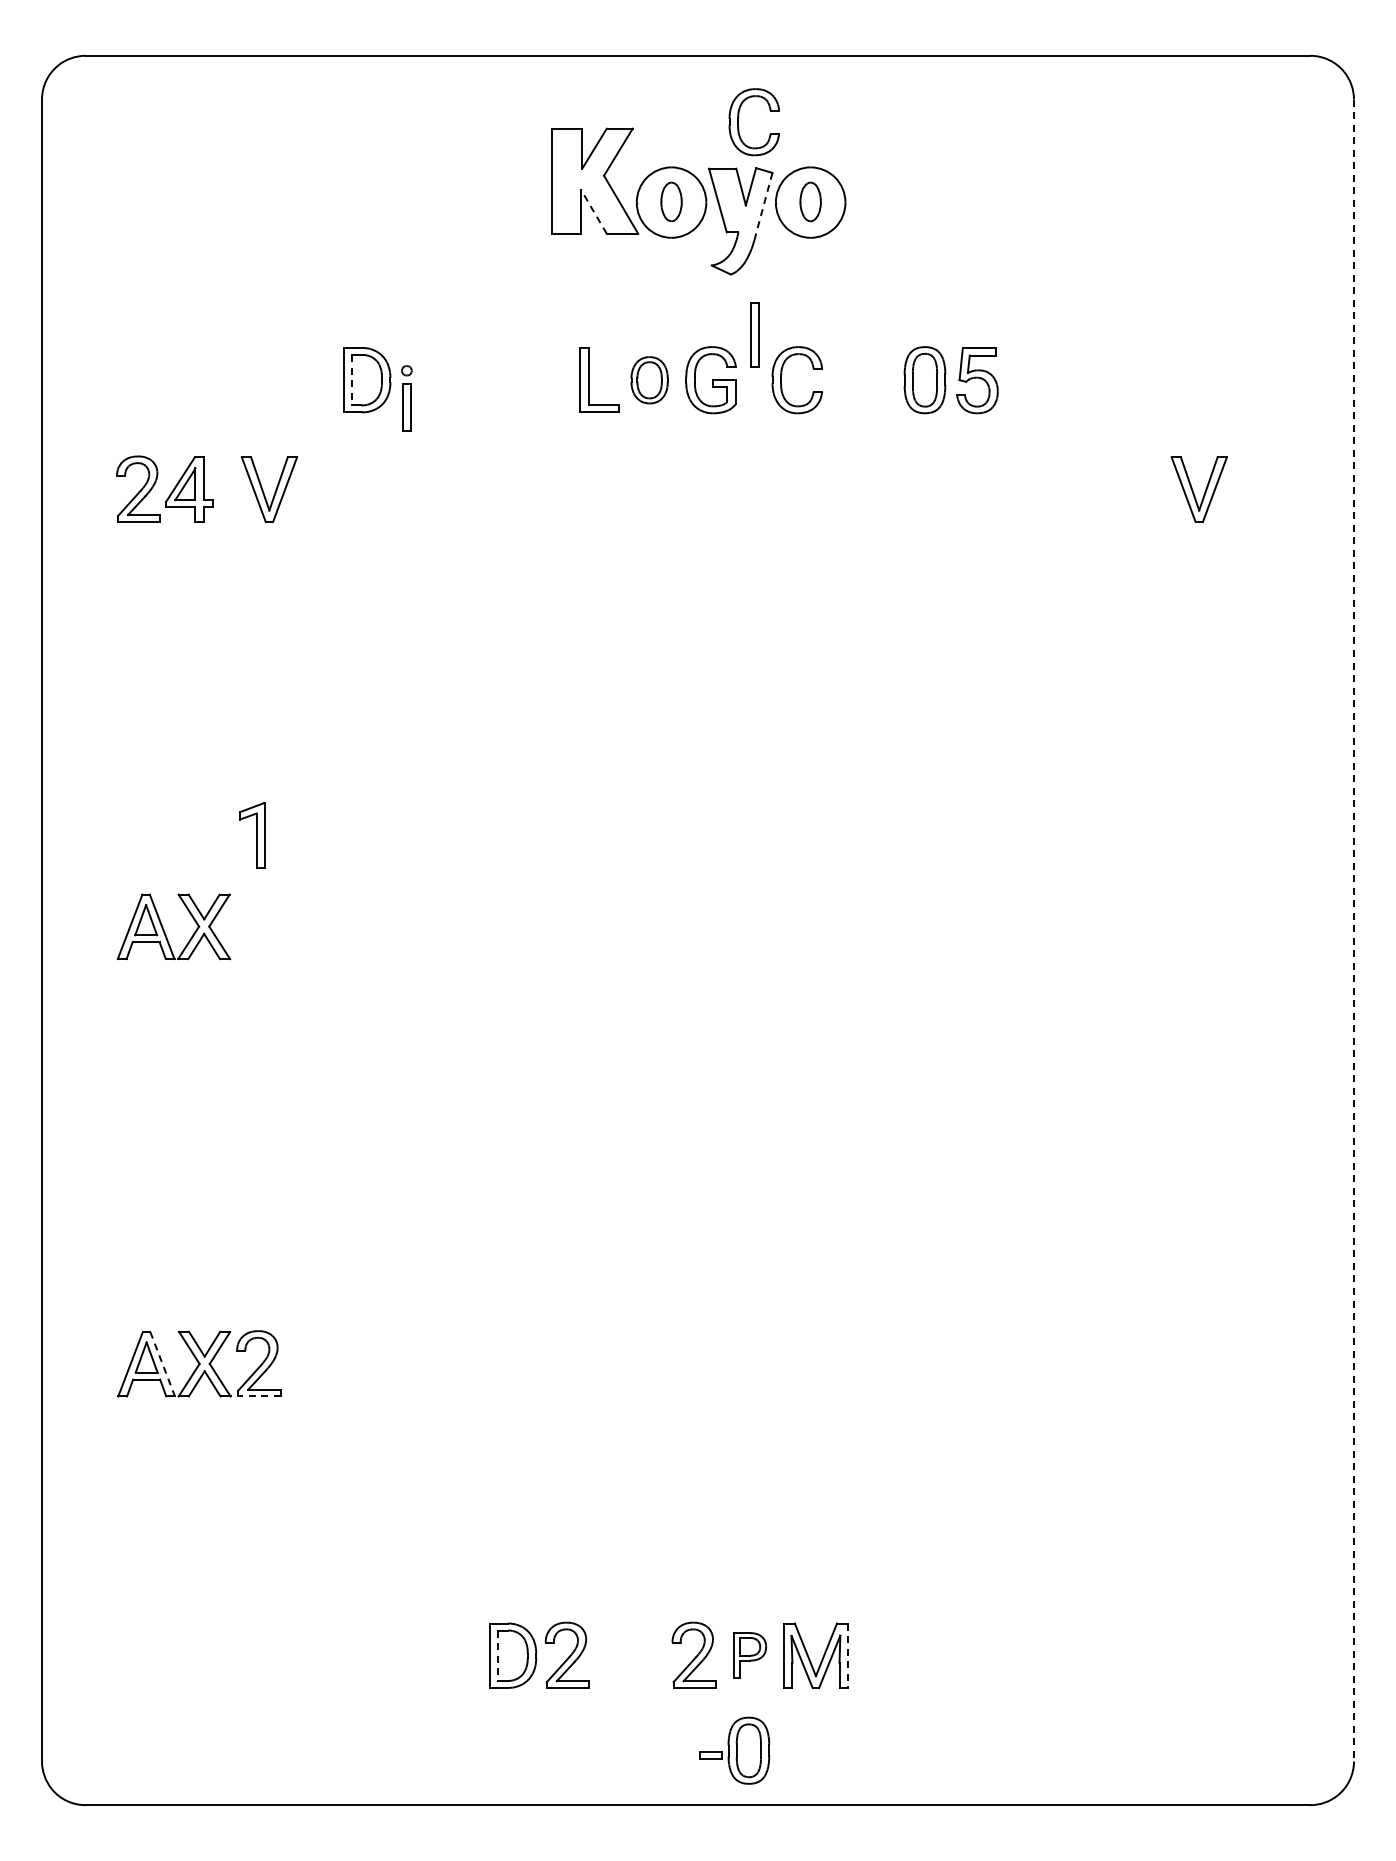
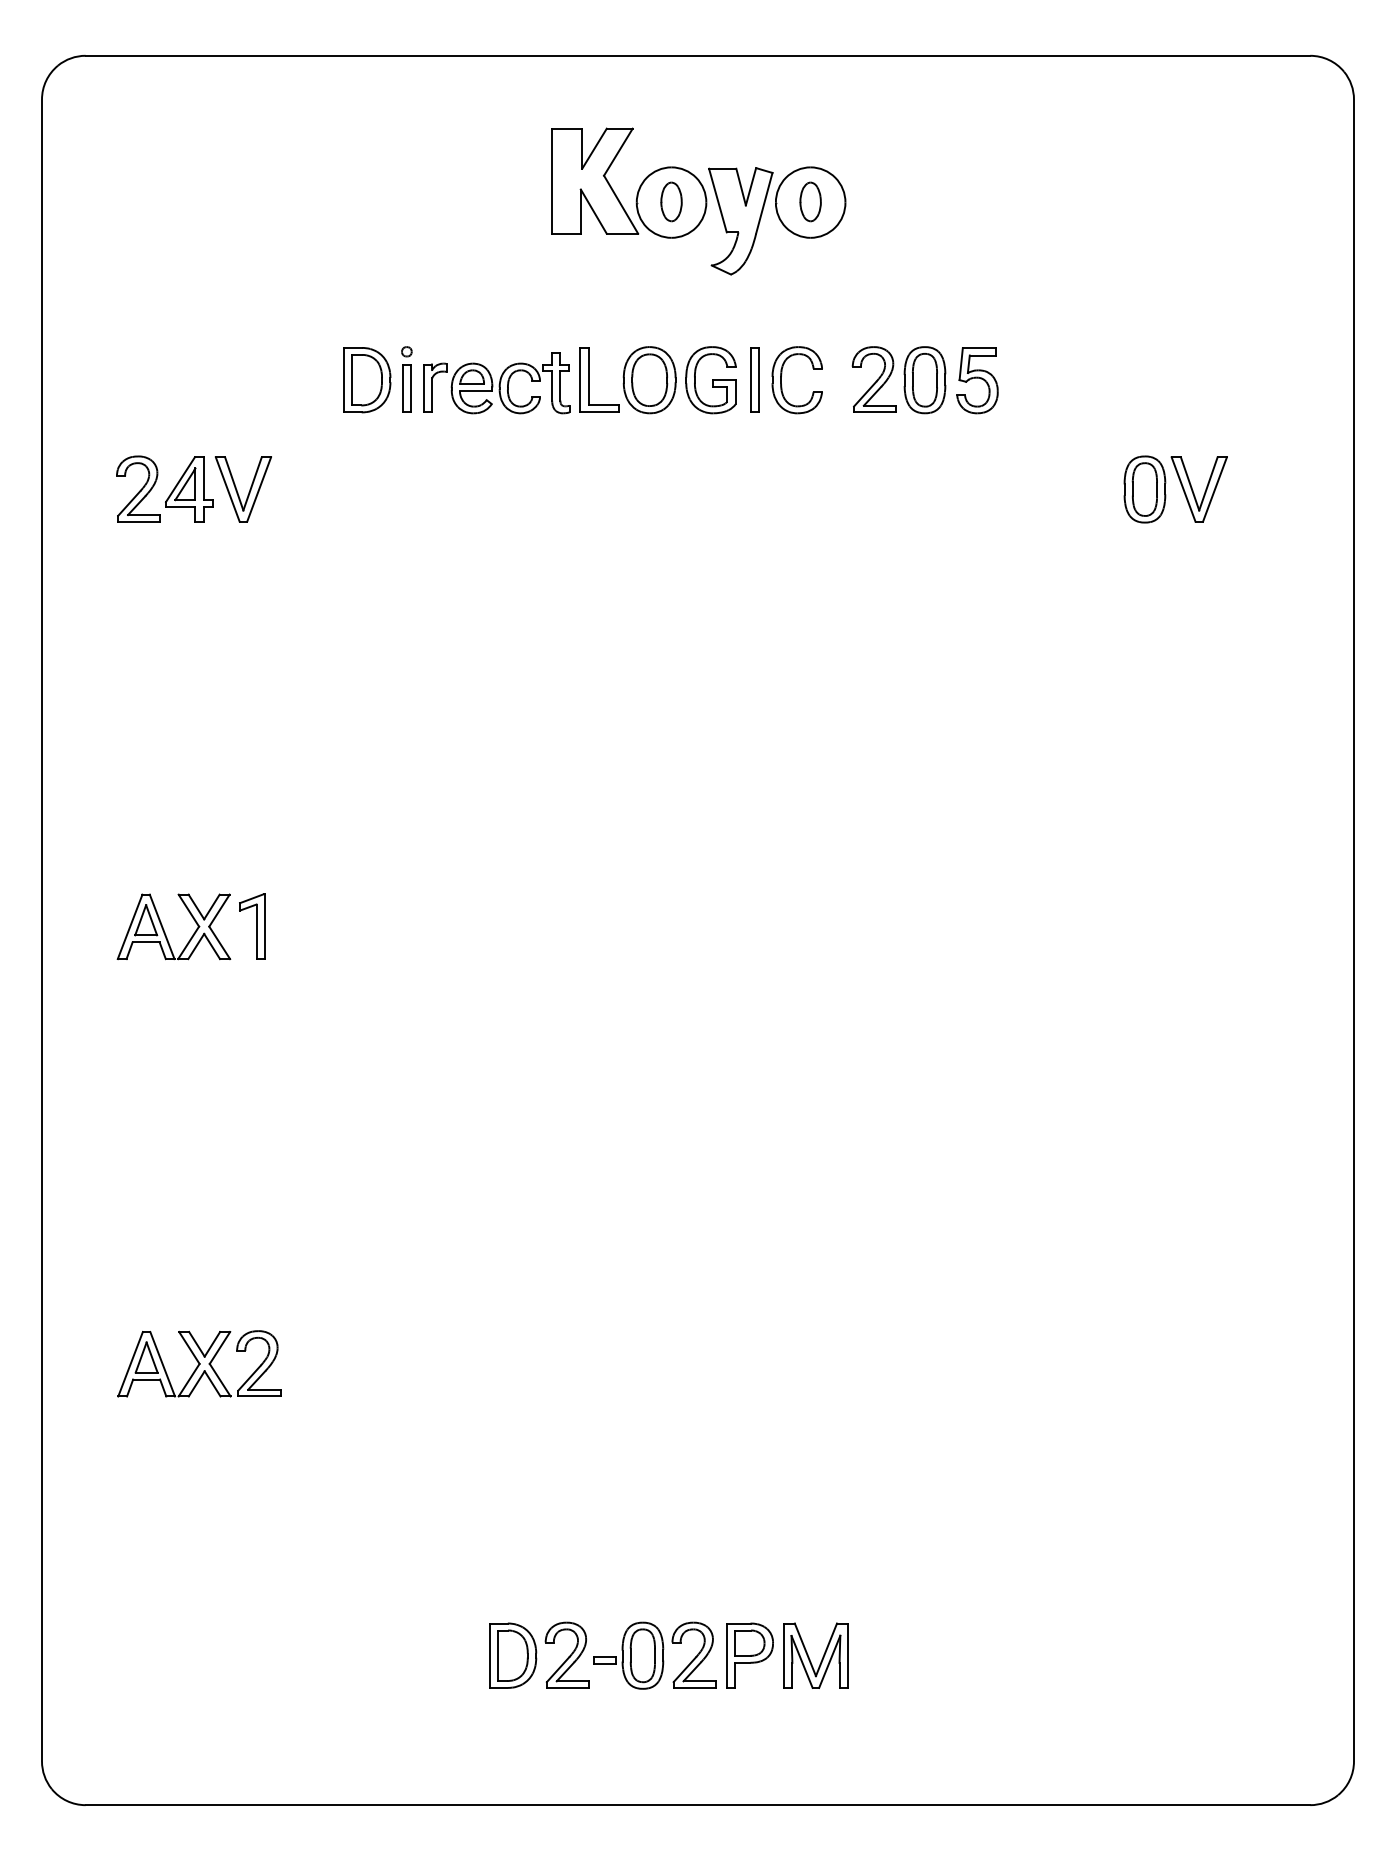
part at (738, 122): present -> none
line at (764, 203): dashed -> solid
line at (593, 211): dashed -> solid
part at (754, 334) position: (754, 334) -> (754, 379)
part at (873, 379): none -> present
line at (352, 380): dashed -> solid
part at (649, 380) size: 39x49 px -> 55x69 px
part at (496, 383): none -> present
part at (406, 398) position: (406, 398) -> (406, 379)
part at (269, 489) position: (269, 489) -> (243, 489)
part at (1144, 489): none -> present
part at (252, 835) position: (252, 835) -> (252, 926)
line at (1353, 930): dashed -> solid
line at (162, 1364): dashed -> solid
line at (258, 1396): dashed -> solid
part at (750, 1655) size: 35x47 px -> 48x67 px
line at (498, 1656): dashed -> solid
line at (848, 1656): dashed -> solid
part at (734, 1750) position: (734, 1750) -> (628, 1655)
